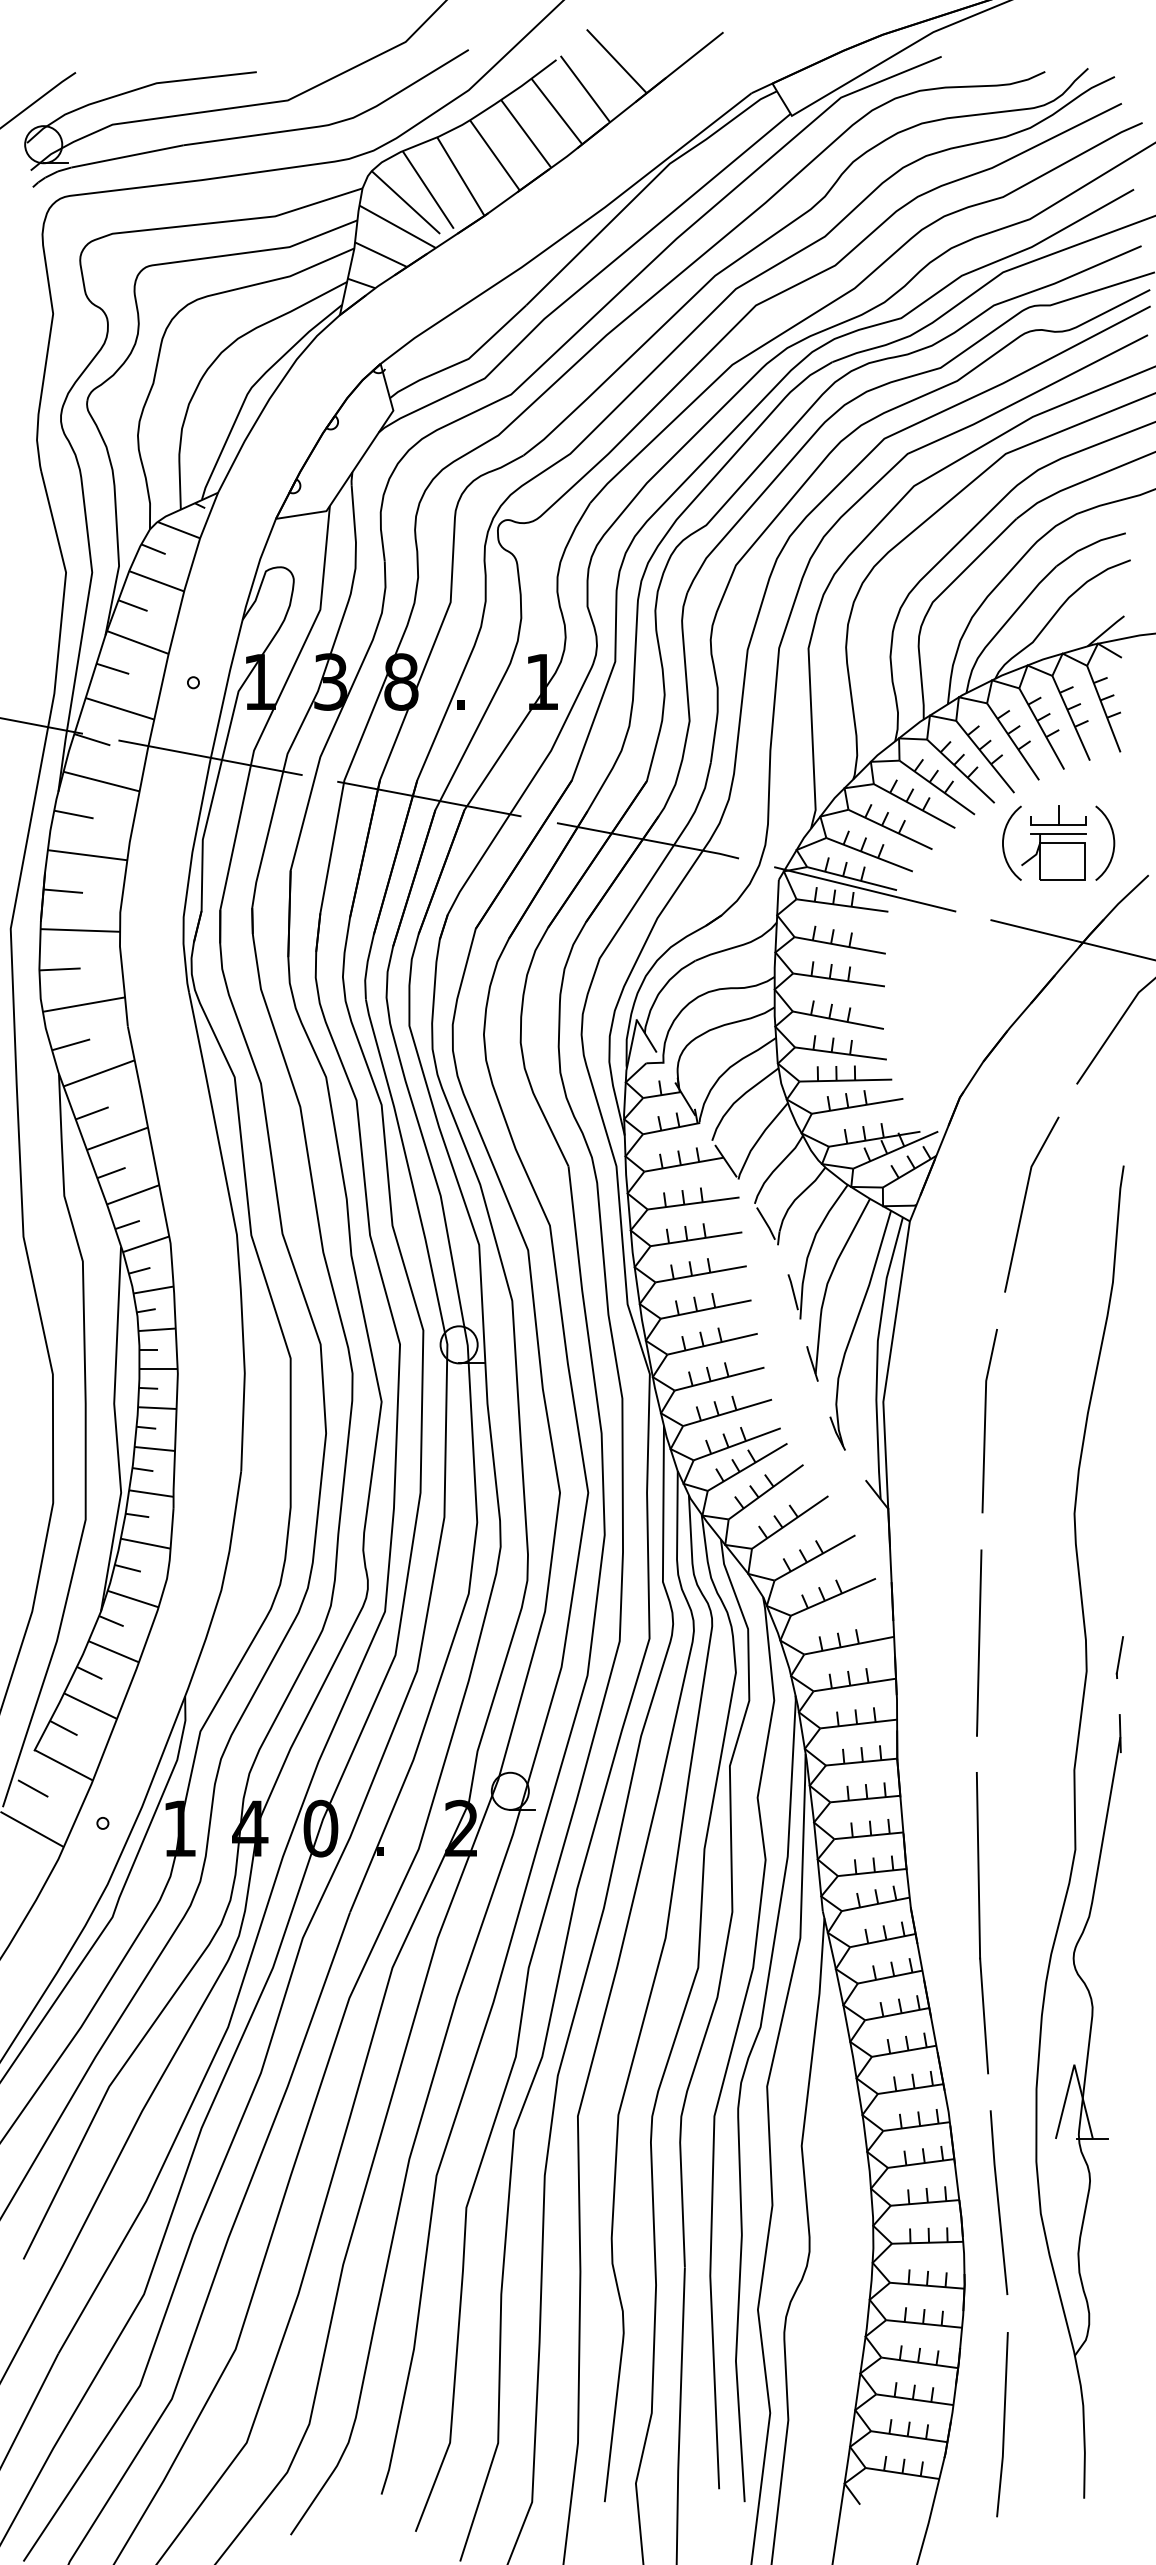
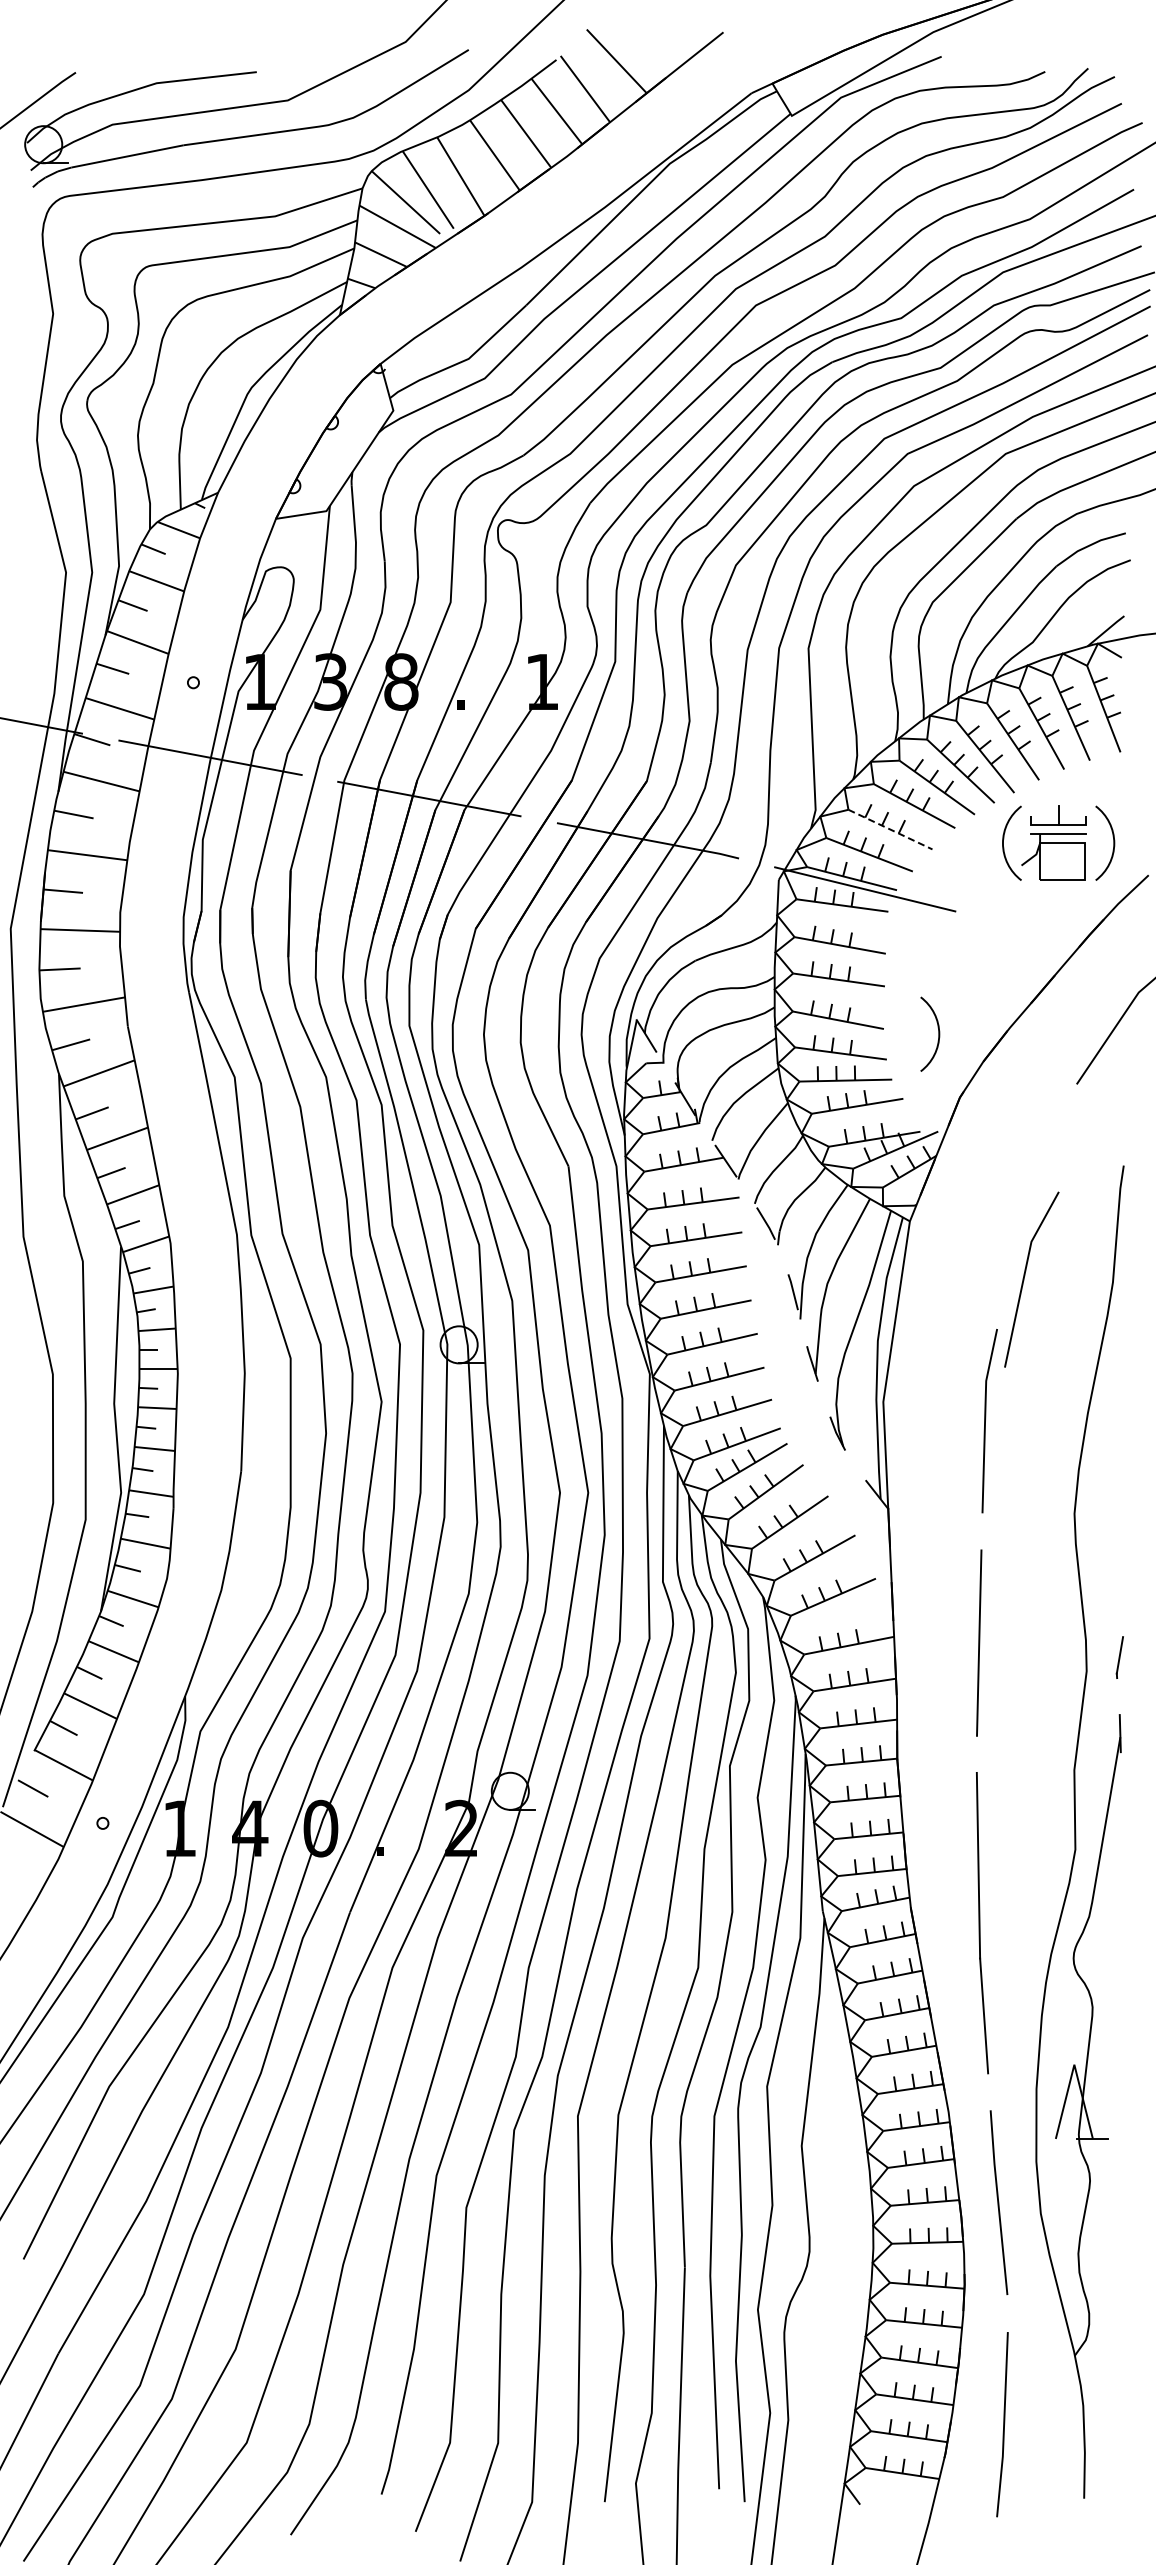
line at (890, 829): solid -> dashed
line at (1071, 939): present -> none
arc at (938, 1033): none -> present
line at (1025, 1201) position: (1025, 1201) -> (1025, 1276)
